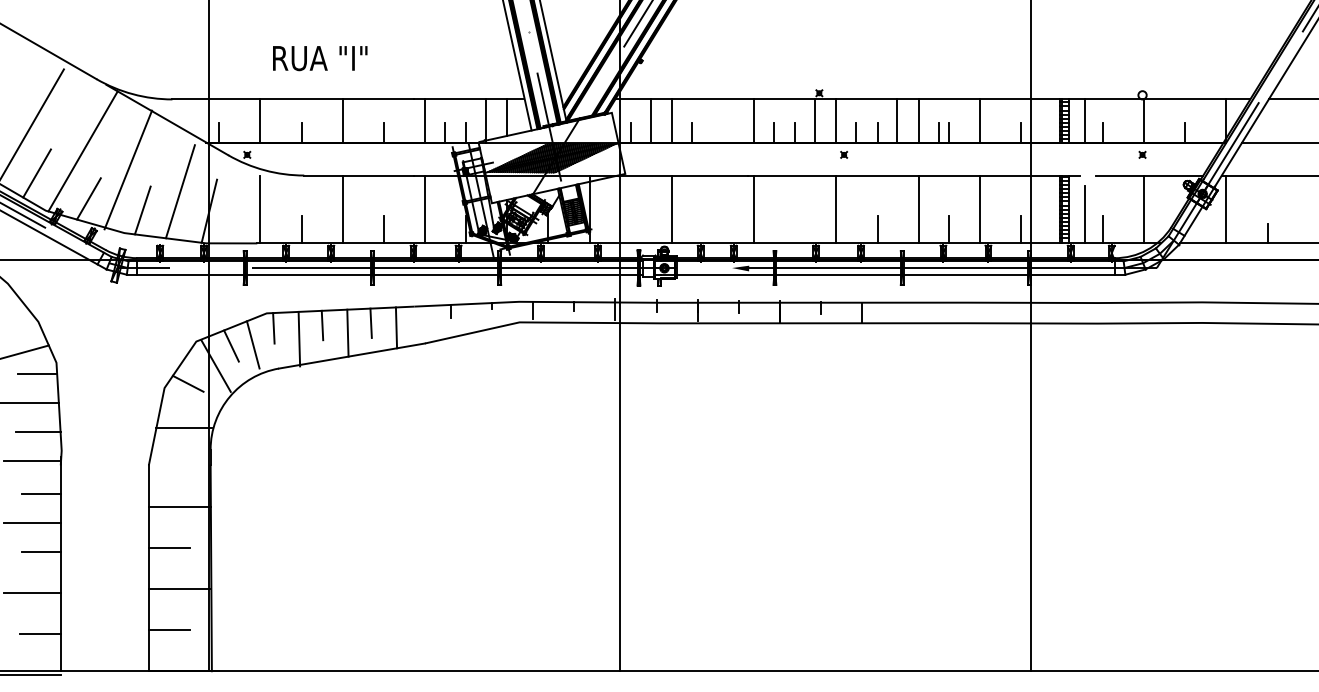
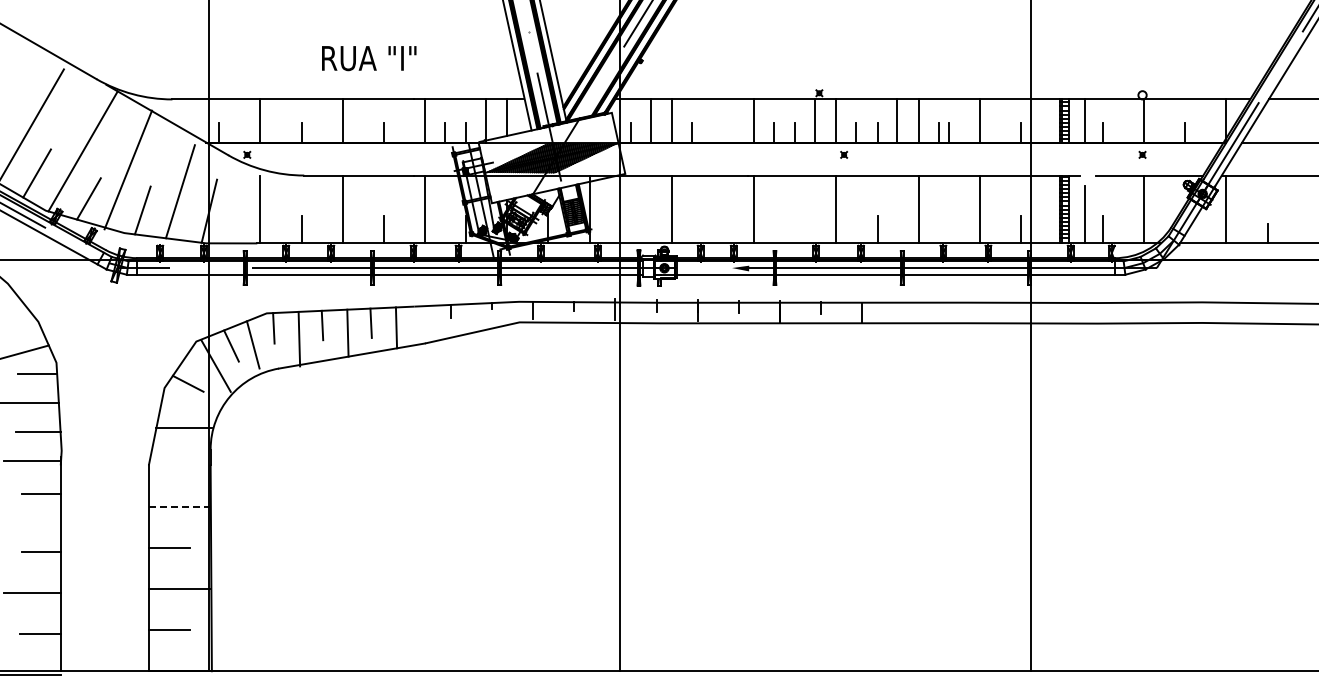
text at (320, 58) position: (320, 58) -> (369, 58)
line at (949, 229): present -> none
line at (180, 506): solid -> dashed
line at (31, 523): present -> none
